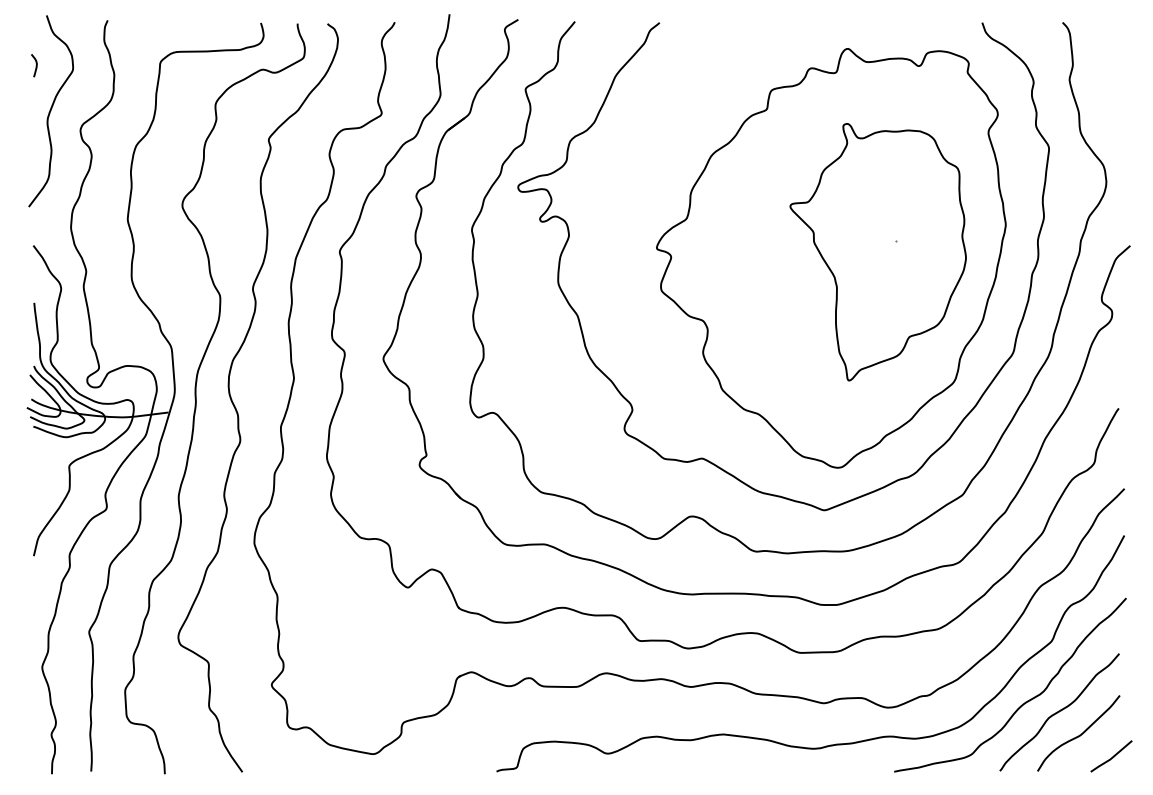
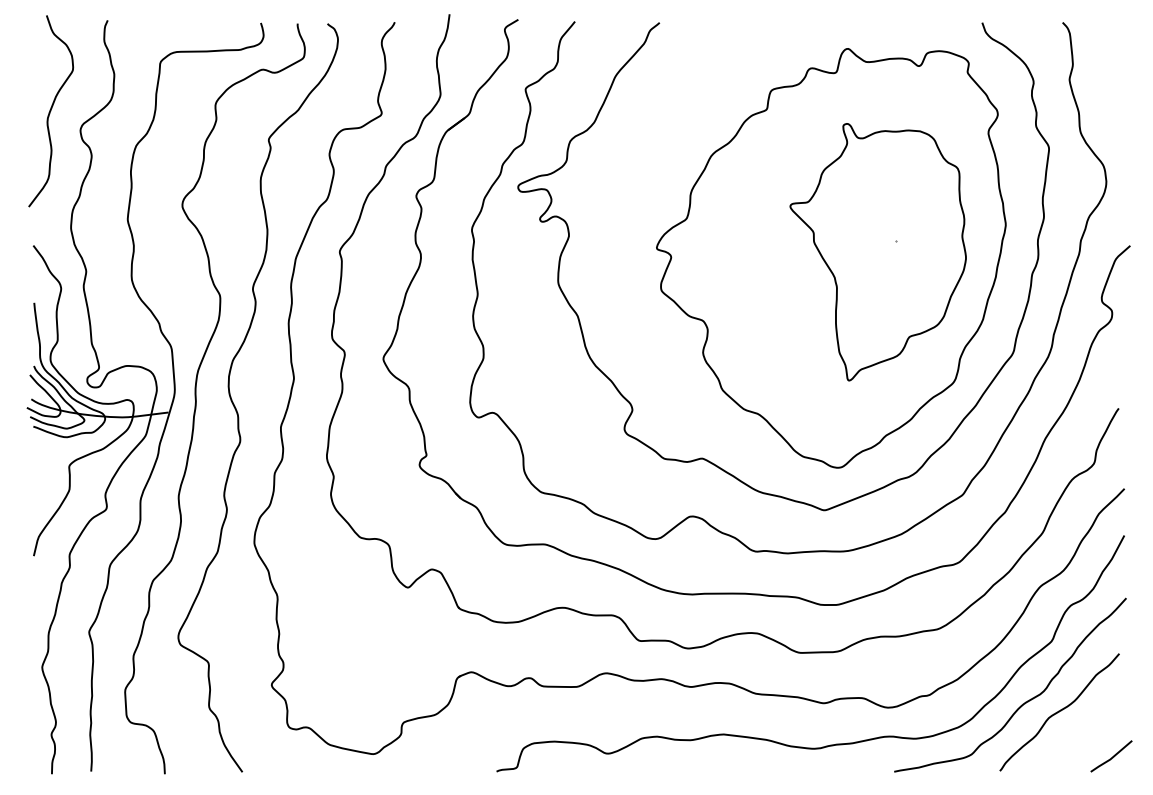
curve at (35, 65): present -> none
curve at (1079, 734): present -> none
